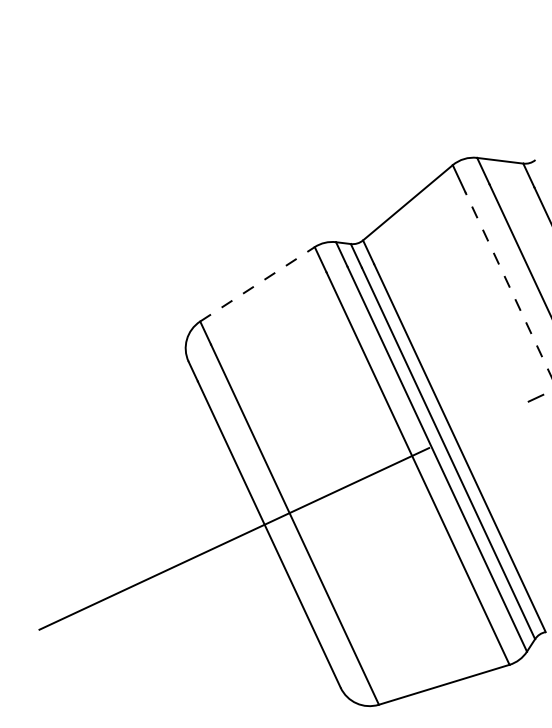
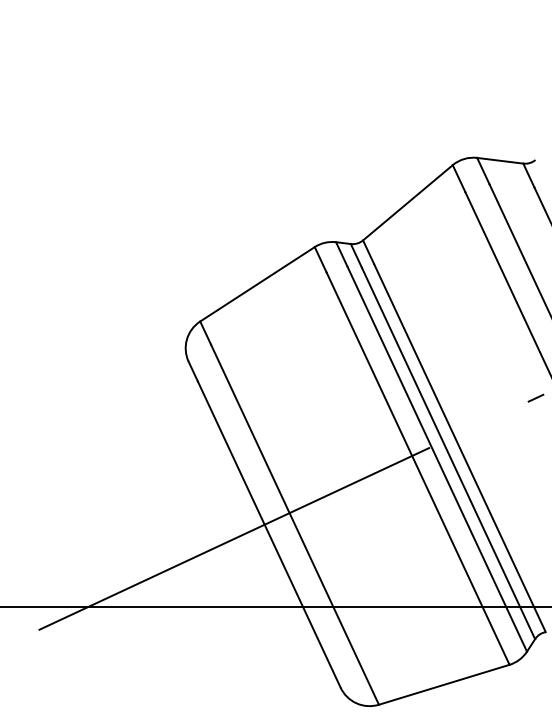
line at (257, 284): dashed -> solid
line at (508, 284): dashed -> solid
line at (275, 607): none -> present
